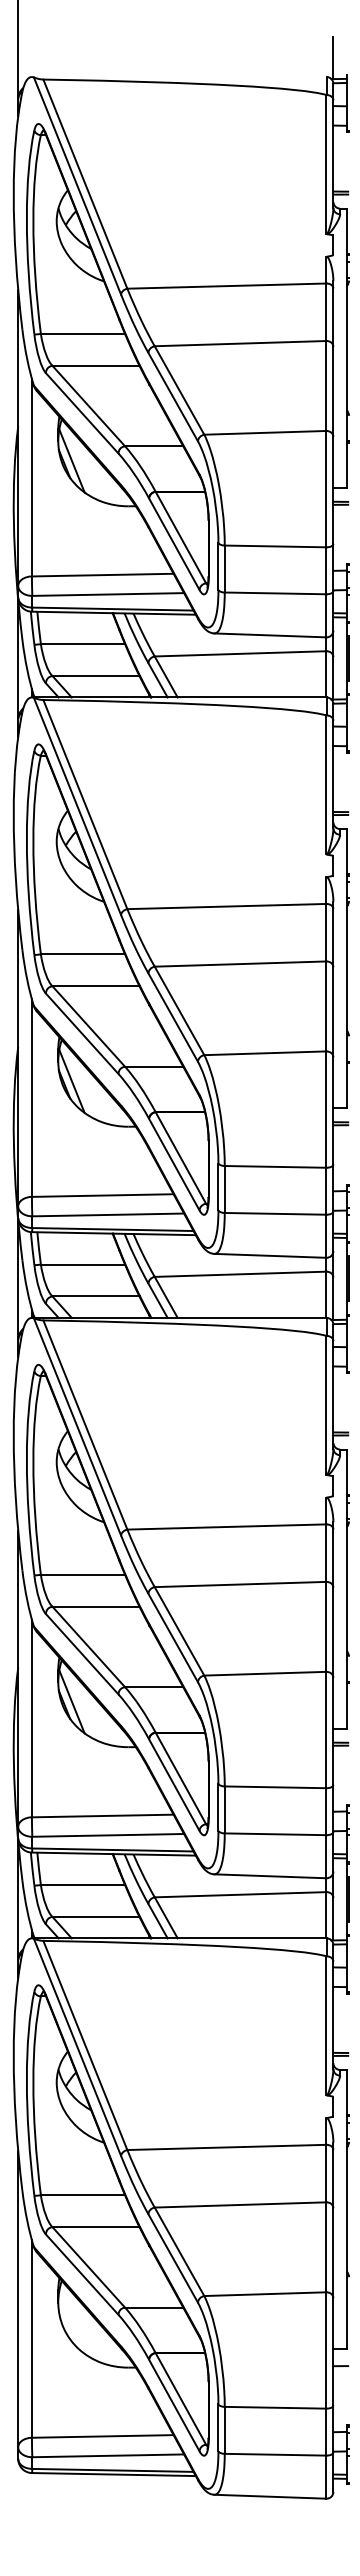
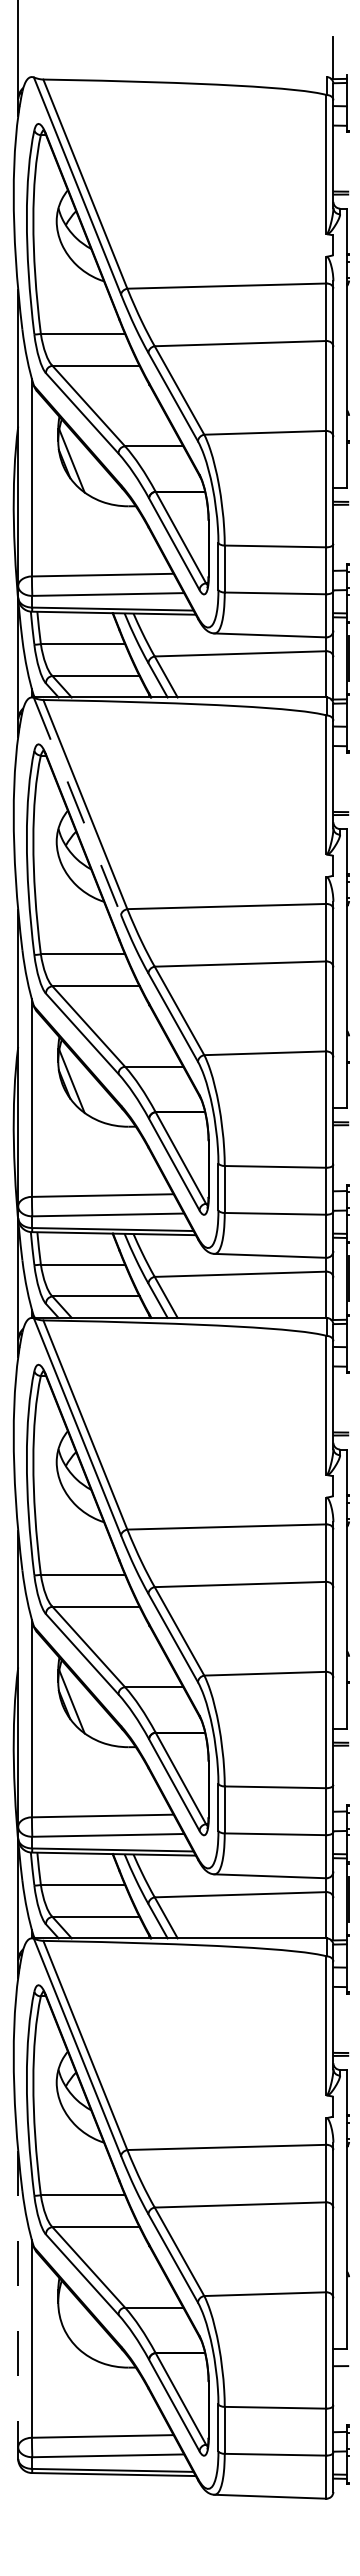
line at (77, 806): solid -> dashed
line at (18, 2299): solid -> dashed
